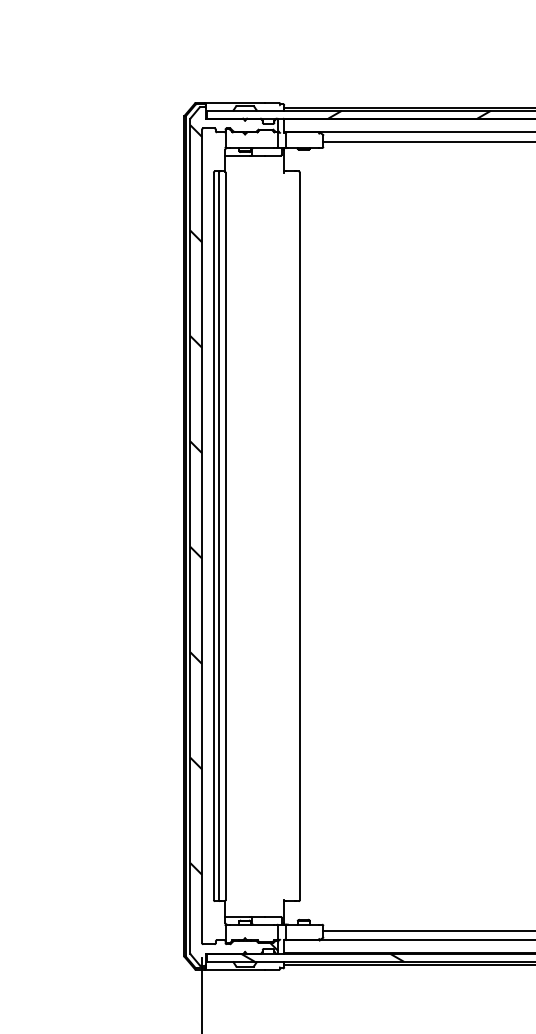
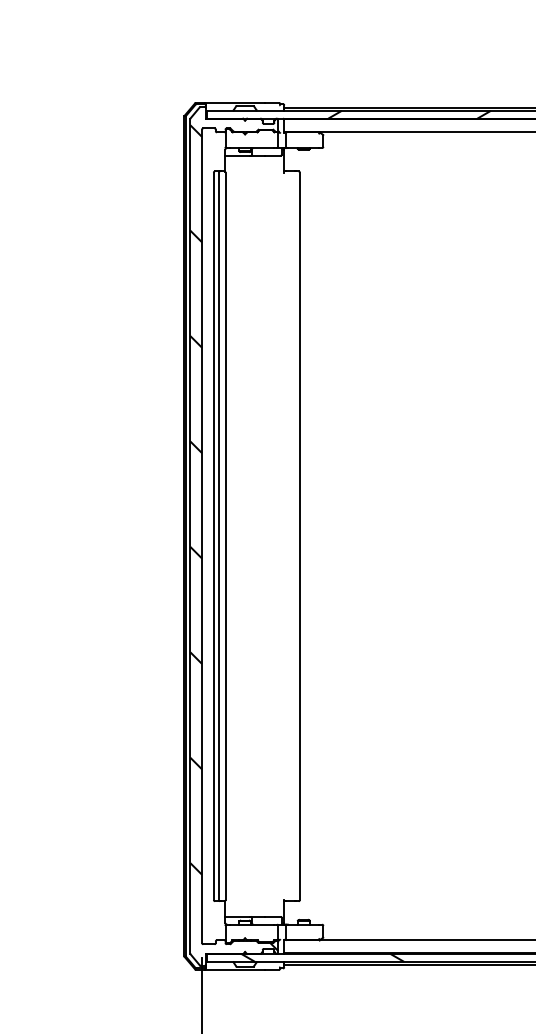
line at (427, 142): present -> none
line at (427, 930): present -> none
